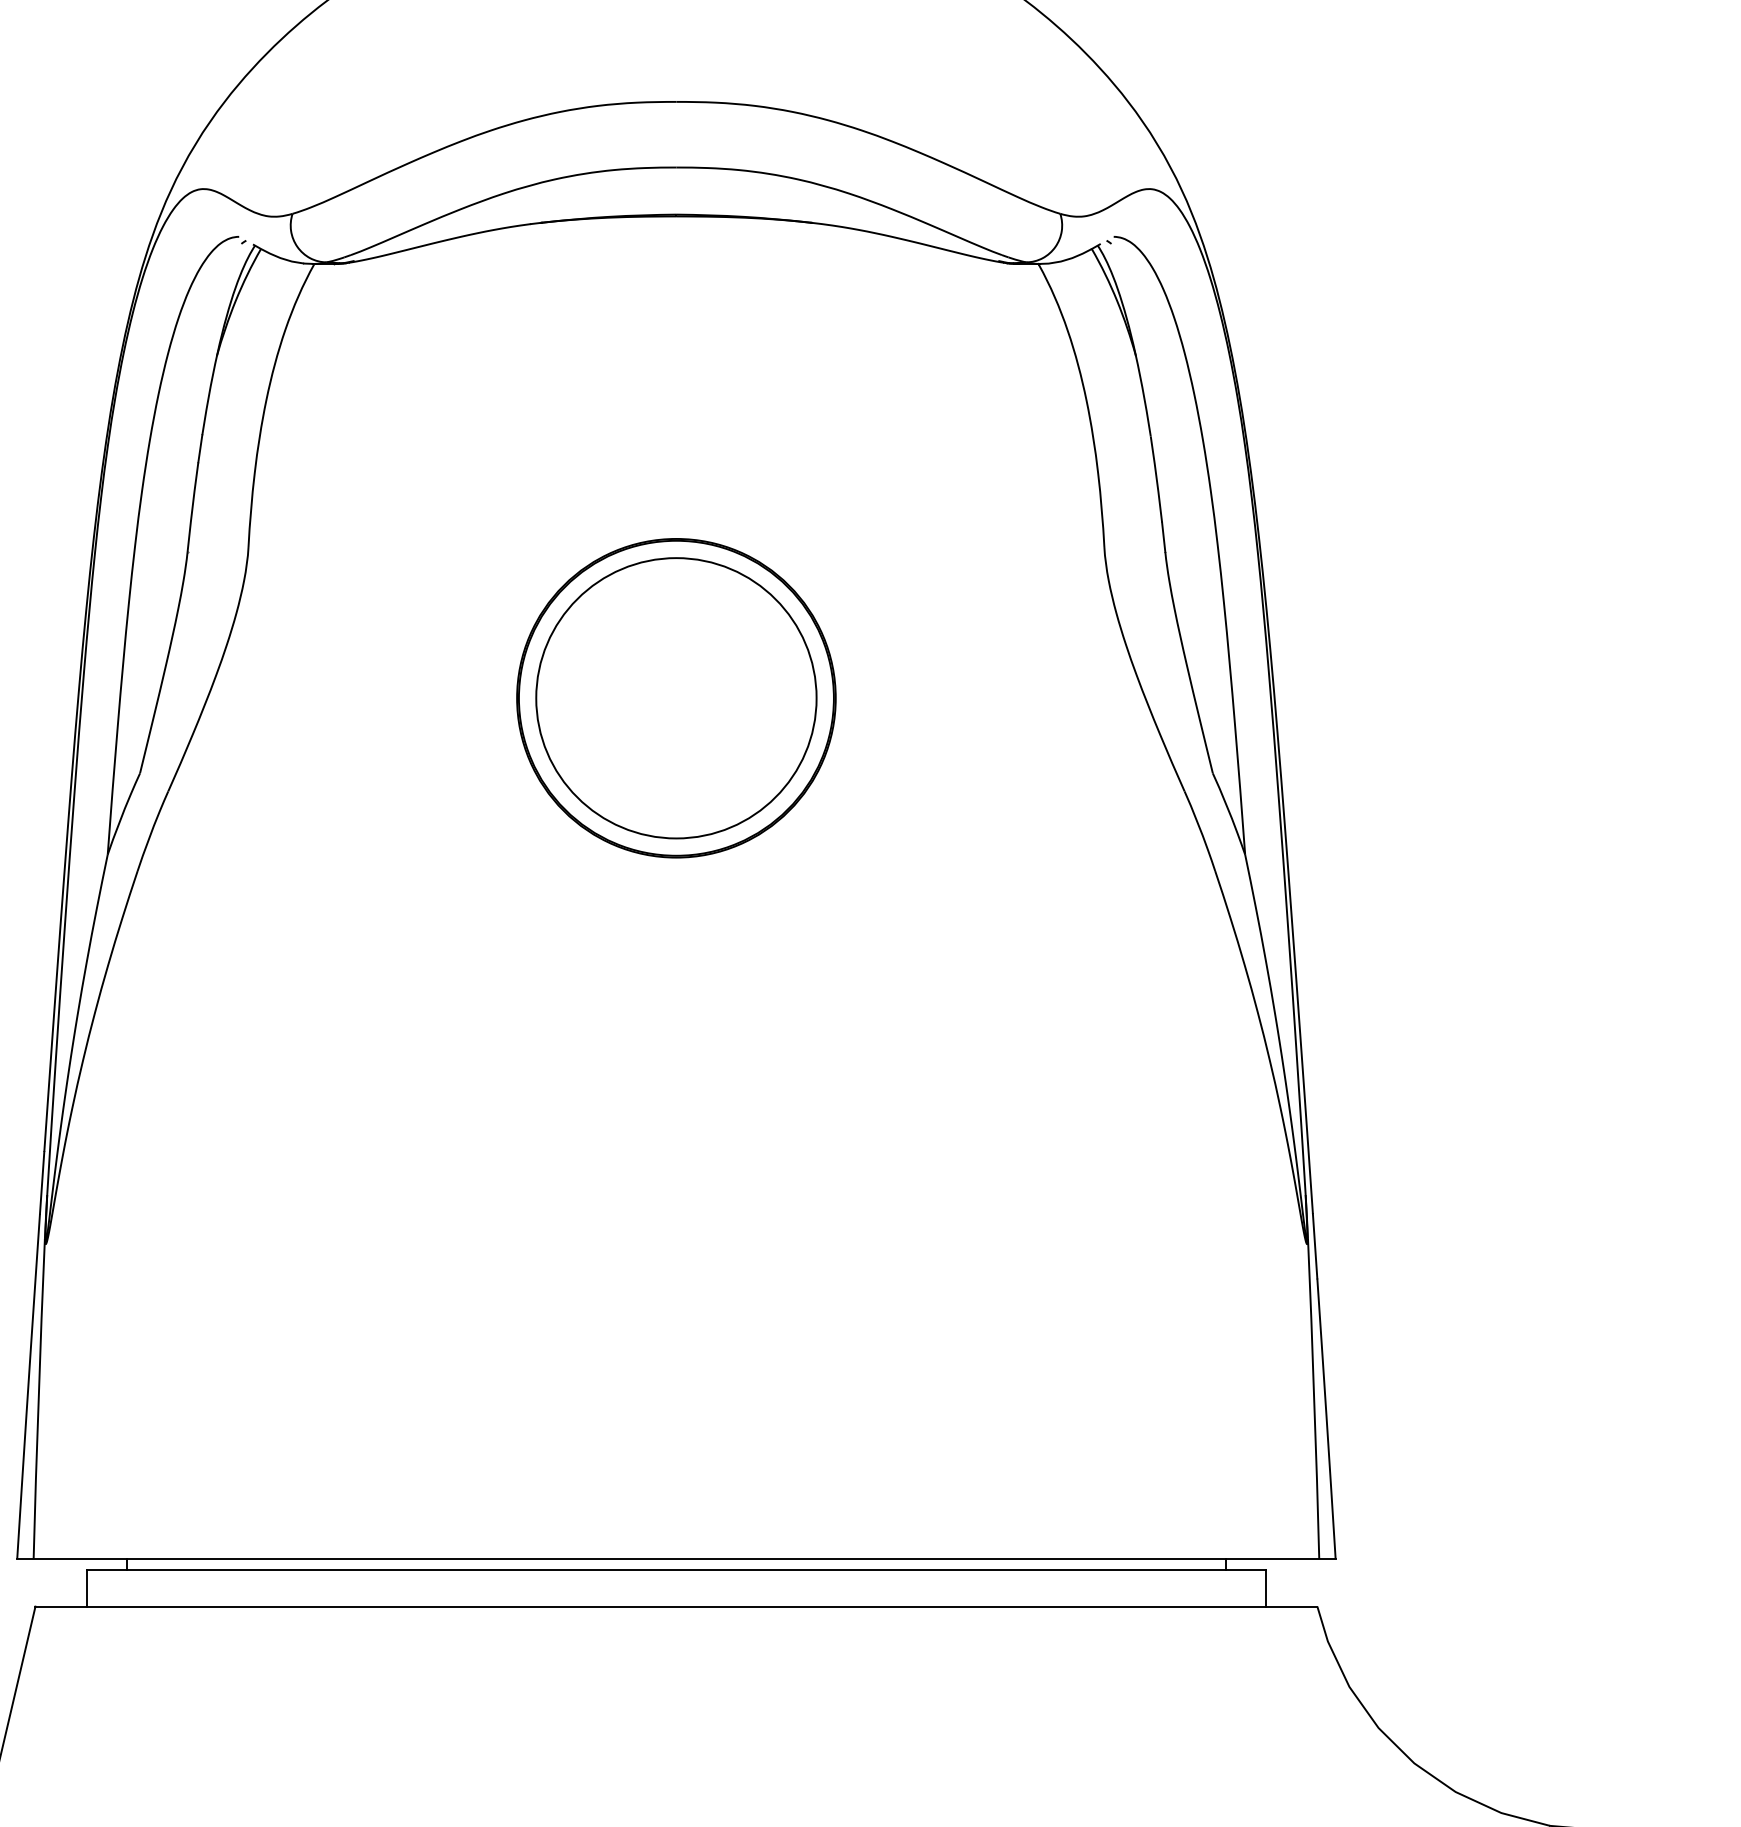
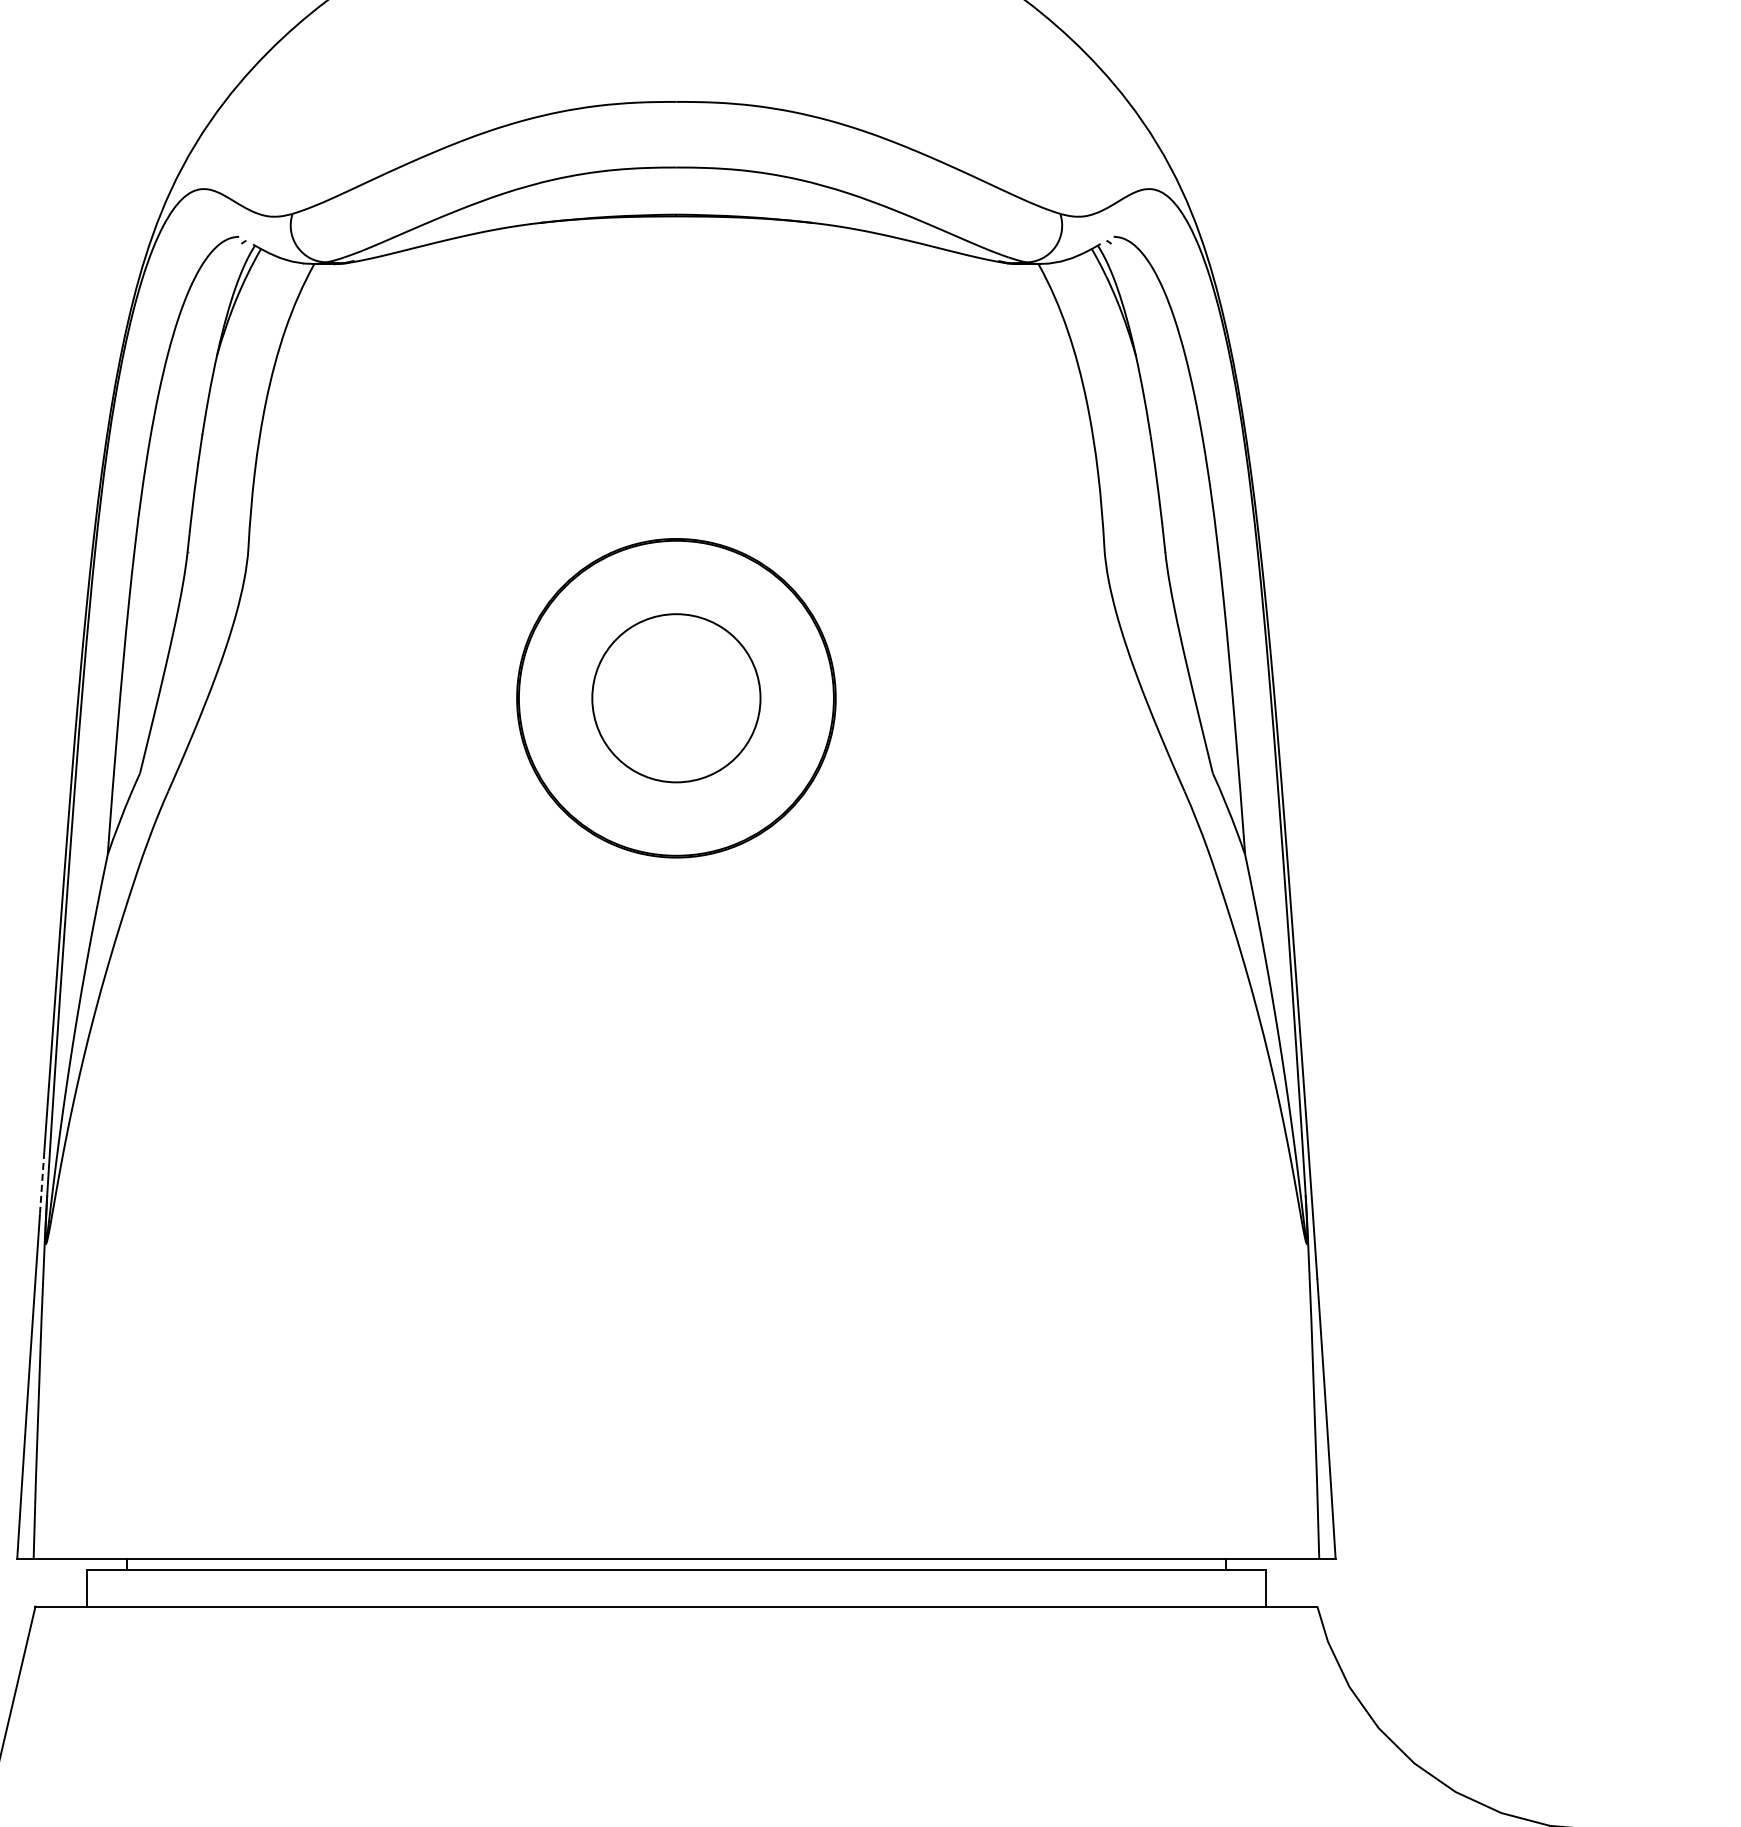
circle at (676, 698) diameter: 280 px -> 168 px
line at (42, 1183): solid -> dashed
